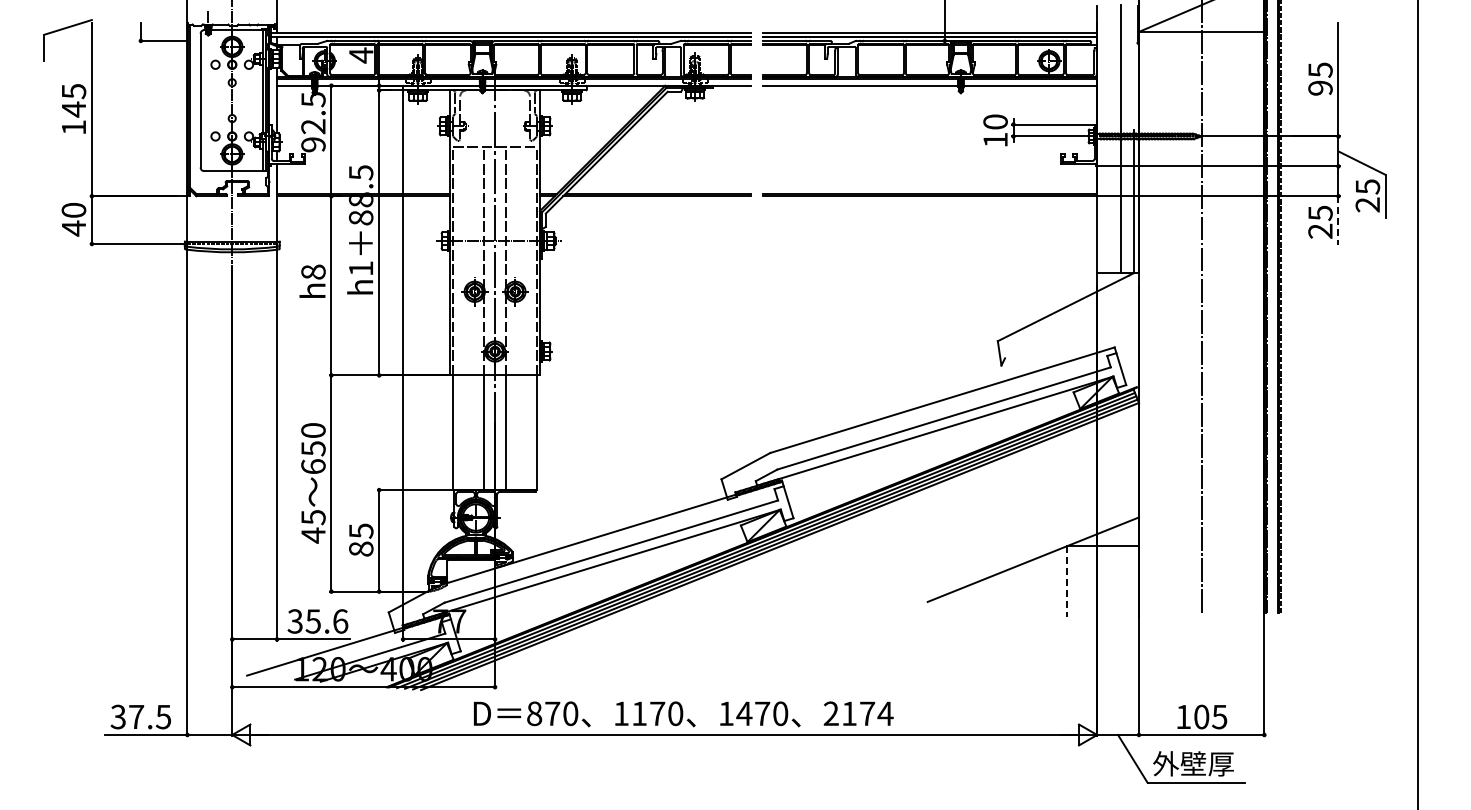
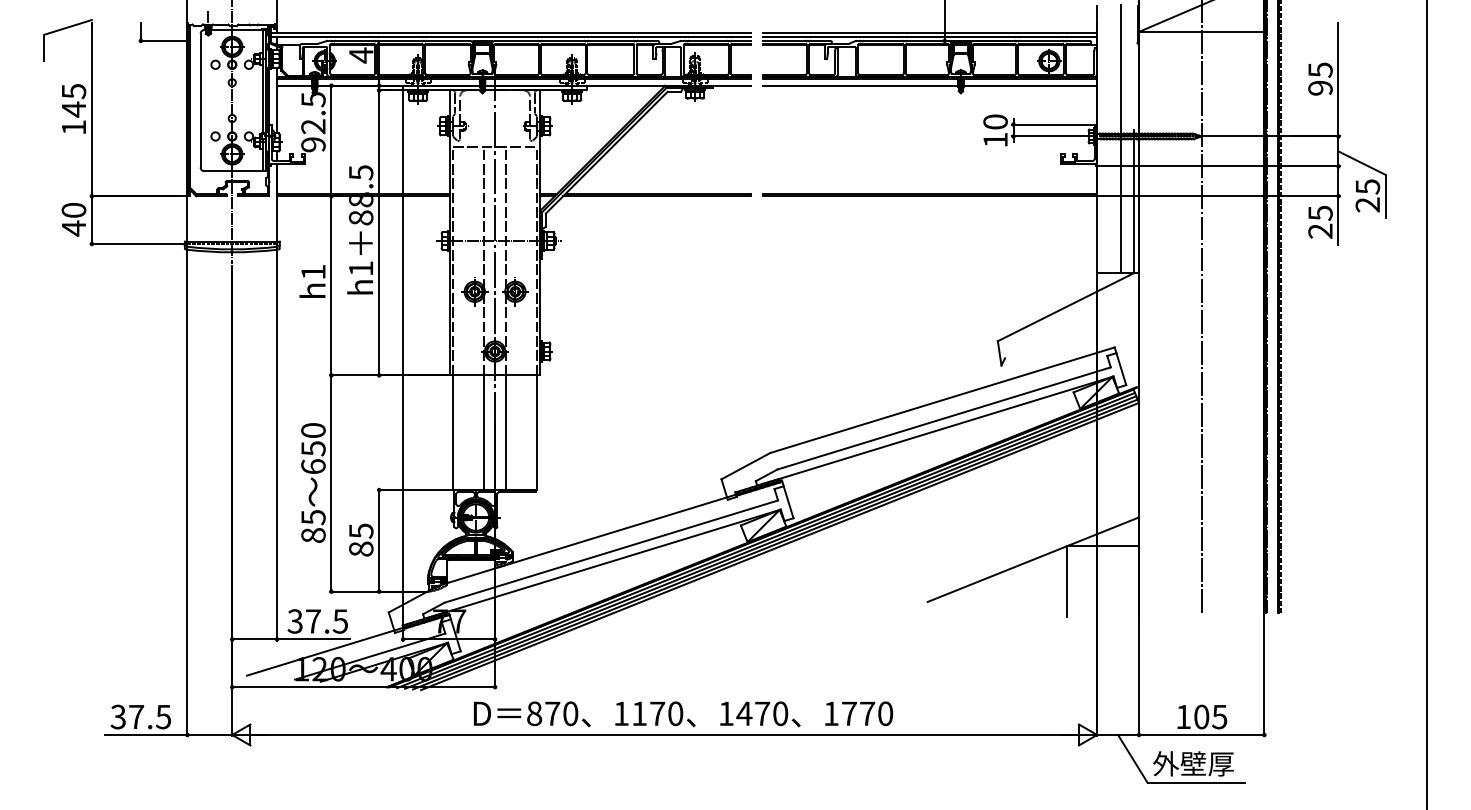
line at (1338, 220): dashed -> solid
text at (313, 271): h8 -> h1
line at (1417, 404) position: (1417, 404) -> (1426, 404)
text at (313, 535): 45 -> 85
line at (1067, 581): dashed -> solid
text at (326, 621): 35.6 -> 37.5
text at (858, 713): 2174 -> 1770
